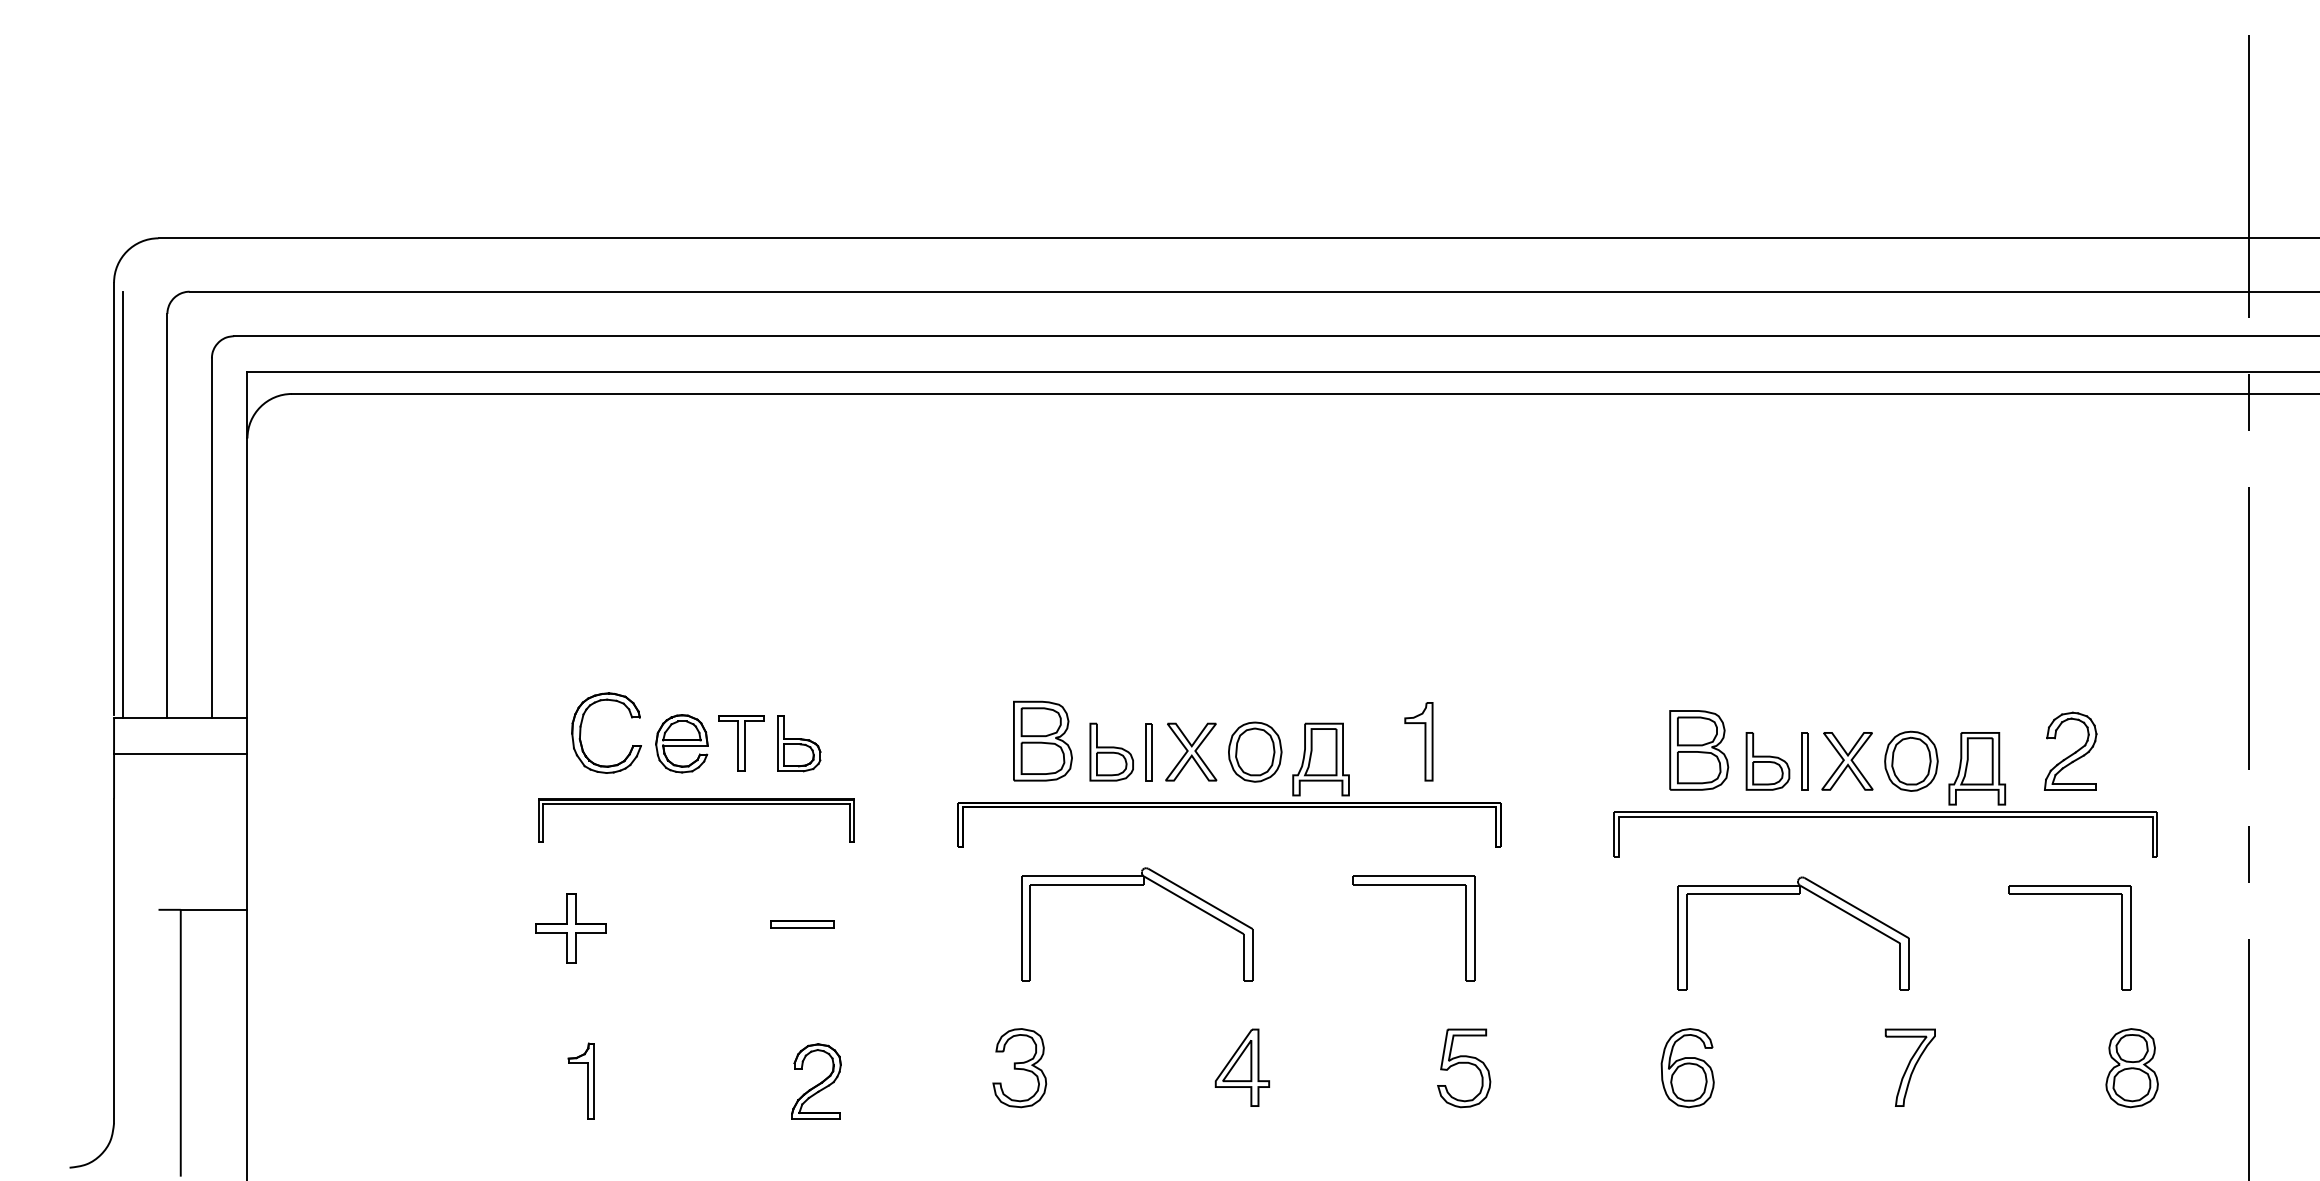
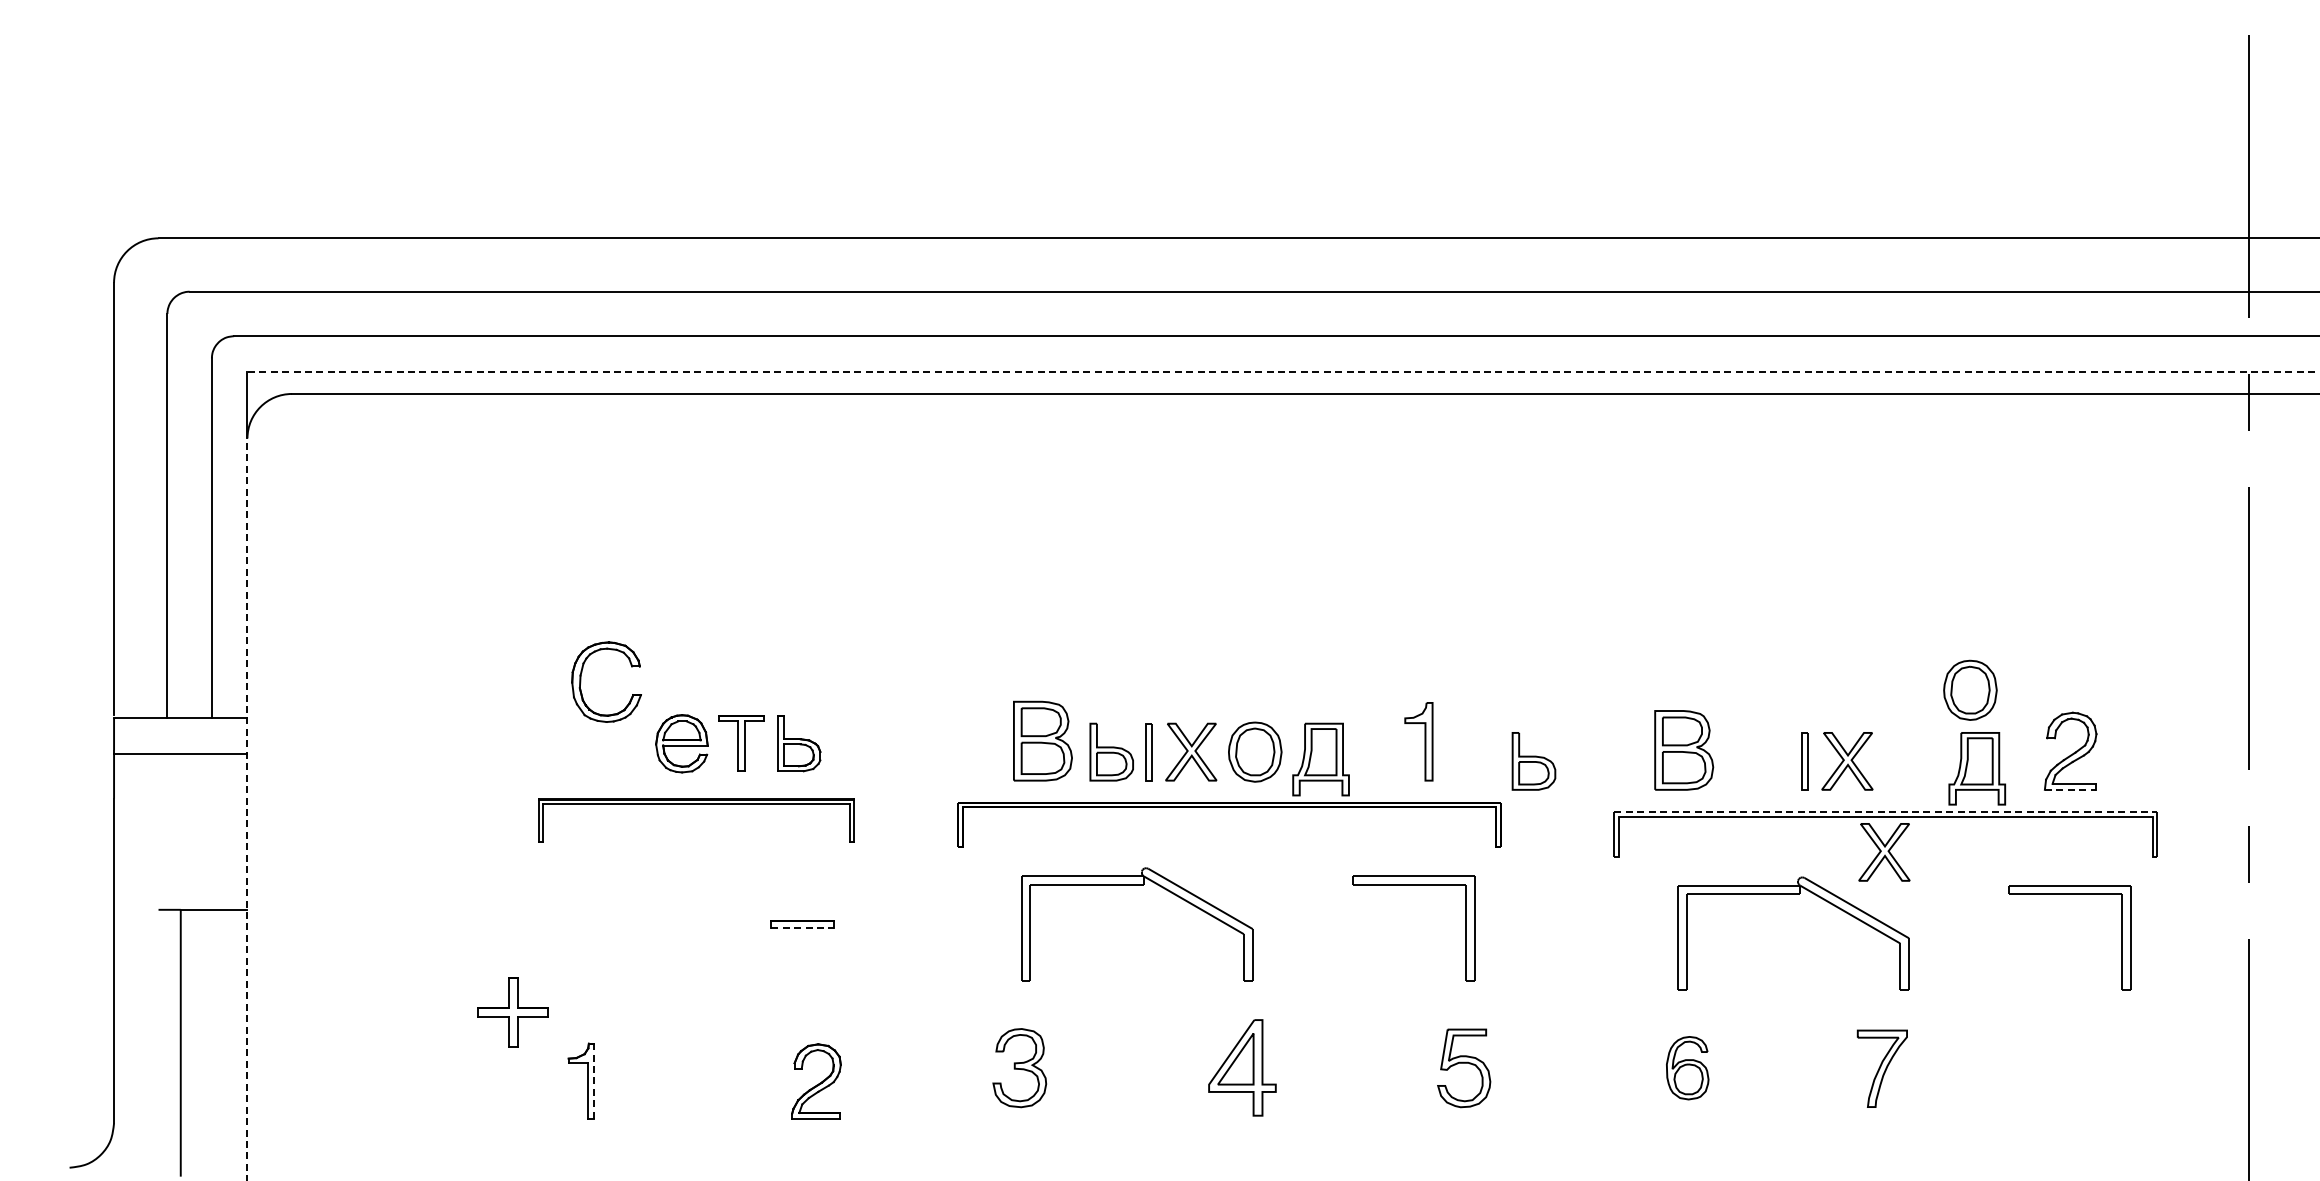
line at (1283, 371): solid -> dashed
line at (122, 504): present -> none
part at (581, 732) position: (581, 732) -> (581, 681)
part at (1699, 750) position: (1699, 750) -> (1684, 750)
part at (1911, 760) position: (1911, 760) -> (1970, 689)
part at (1767, 761) position: (1767, 761) -> (1533, 761)
line at (2070, 789): solid -> dashed
line at (247, 809): solid -> dashed
line at (1886, 812): solid -> dashed
part at (1884, 852): none -> present
part at (570, 928) position: (570, 928) -> (512, 1012)
line at (803, 928): solid -> dashed
part at (1242, 1067) size: 57x79 px -> 69x98 px
part at (1909, 1067) position: (1909, 1067) -> (1881, 1068)
part at (1687, 1068) size: 55x81 px -> 44x65 px
part at (2131, 1068): present -> none
line at (594, 1081): solid -> dashed
